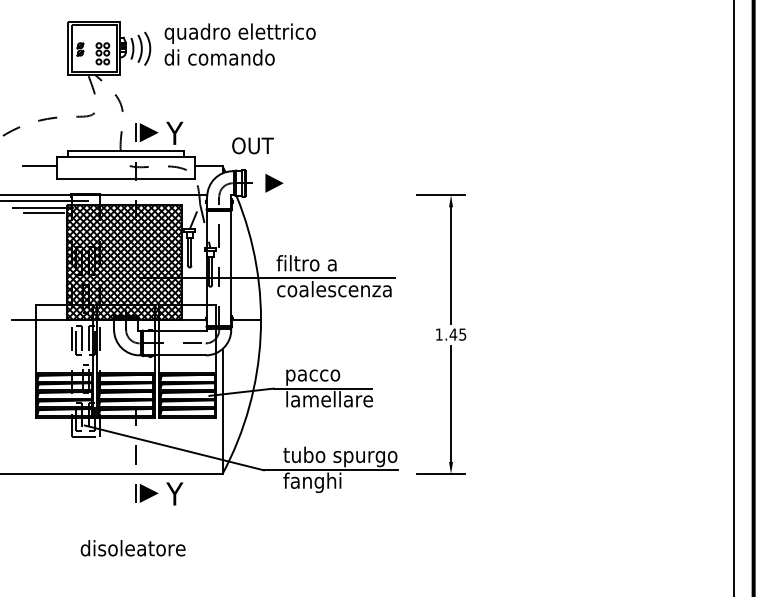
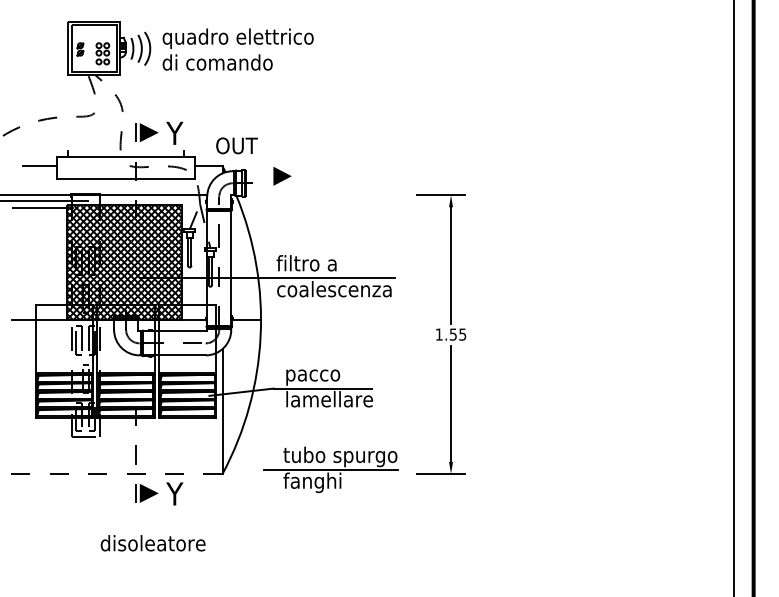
text at (239, 44) position: (239, 44) -> (237, 49)
text at (252, 145) position: (252, 145) -> (236, 145)
line at (125, 151): present -> none
line at (274, 183) position: (274, 183) -> (282, 176)
line at (43, 212): present -> none
text at (453, 334): 1.45 -> 1.55
line at (173, 447): present -> none
line at (110, 473): solid -> dashed
text at (132, 548) position: (132, 548) -> (152, 543)
